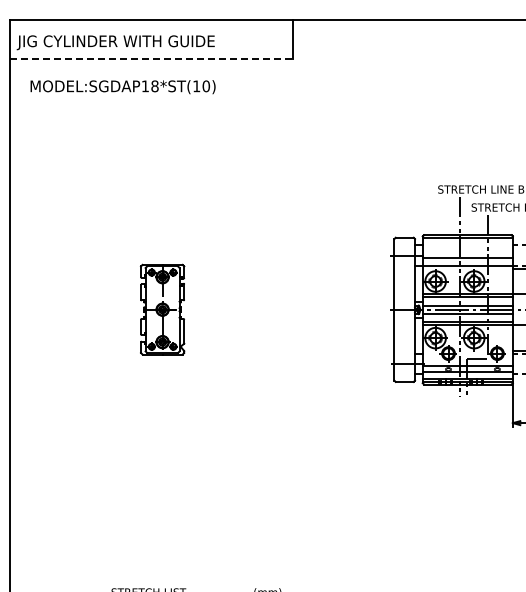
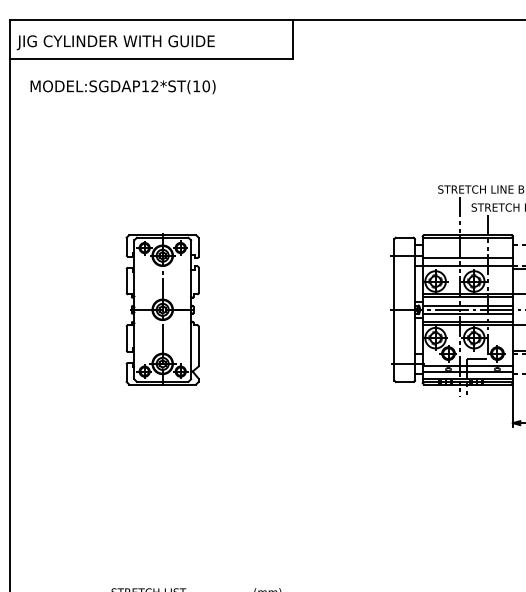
line at (151, 58): dashed -> solid
text at (154, 86): MODEL:SGDAP18*ST(10) -> MODEL:SGDAP12*ST(10)
part at (162, 309) size: 47x93 px -> 75x153 px
